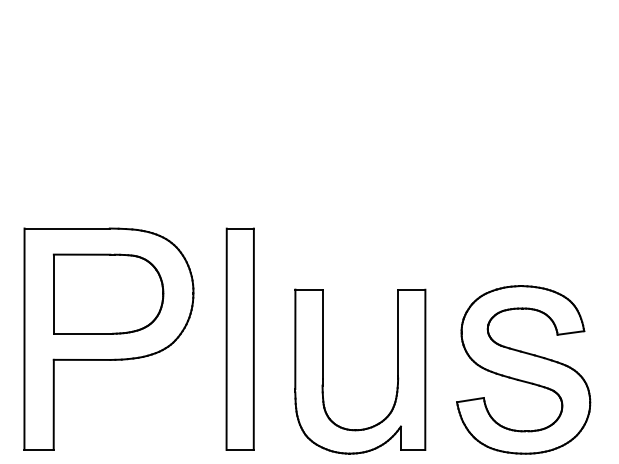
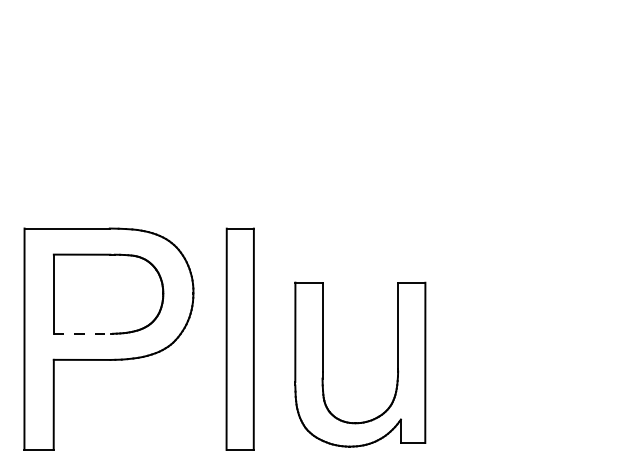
line at (82, 333): solid -> dashed
part at (523, 369): present -> none
part at (323, 371) position: (323, 371) -> (323, 364)
